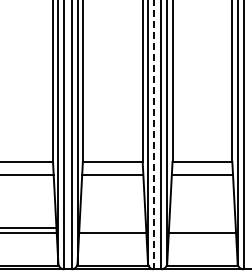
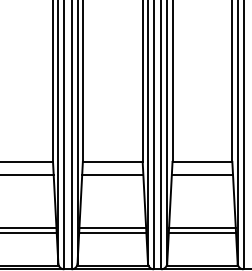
line at (153, 135): dashed -> solid
line at (112, 227): none -> present
line at (202, 227): none -> present
